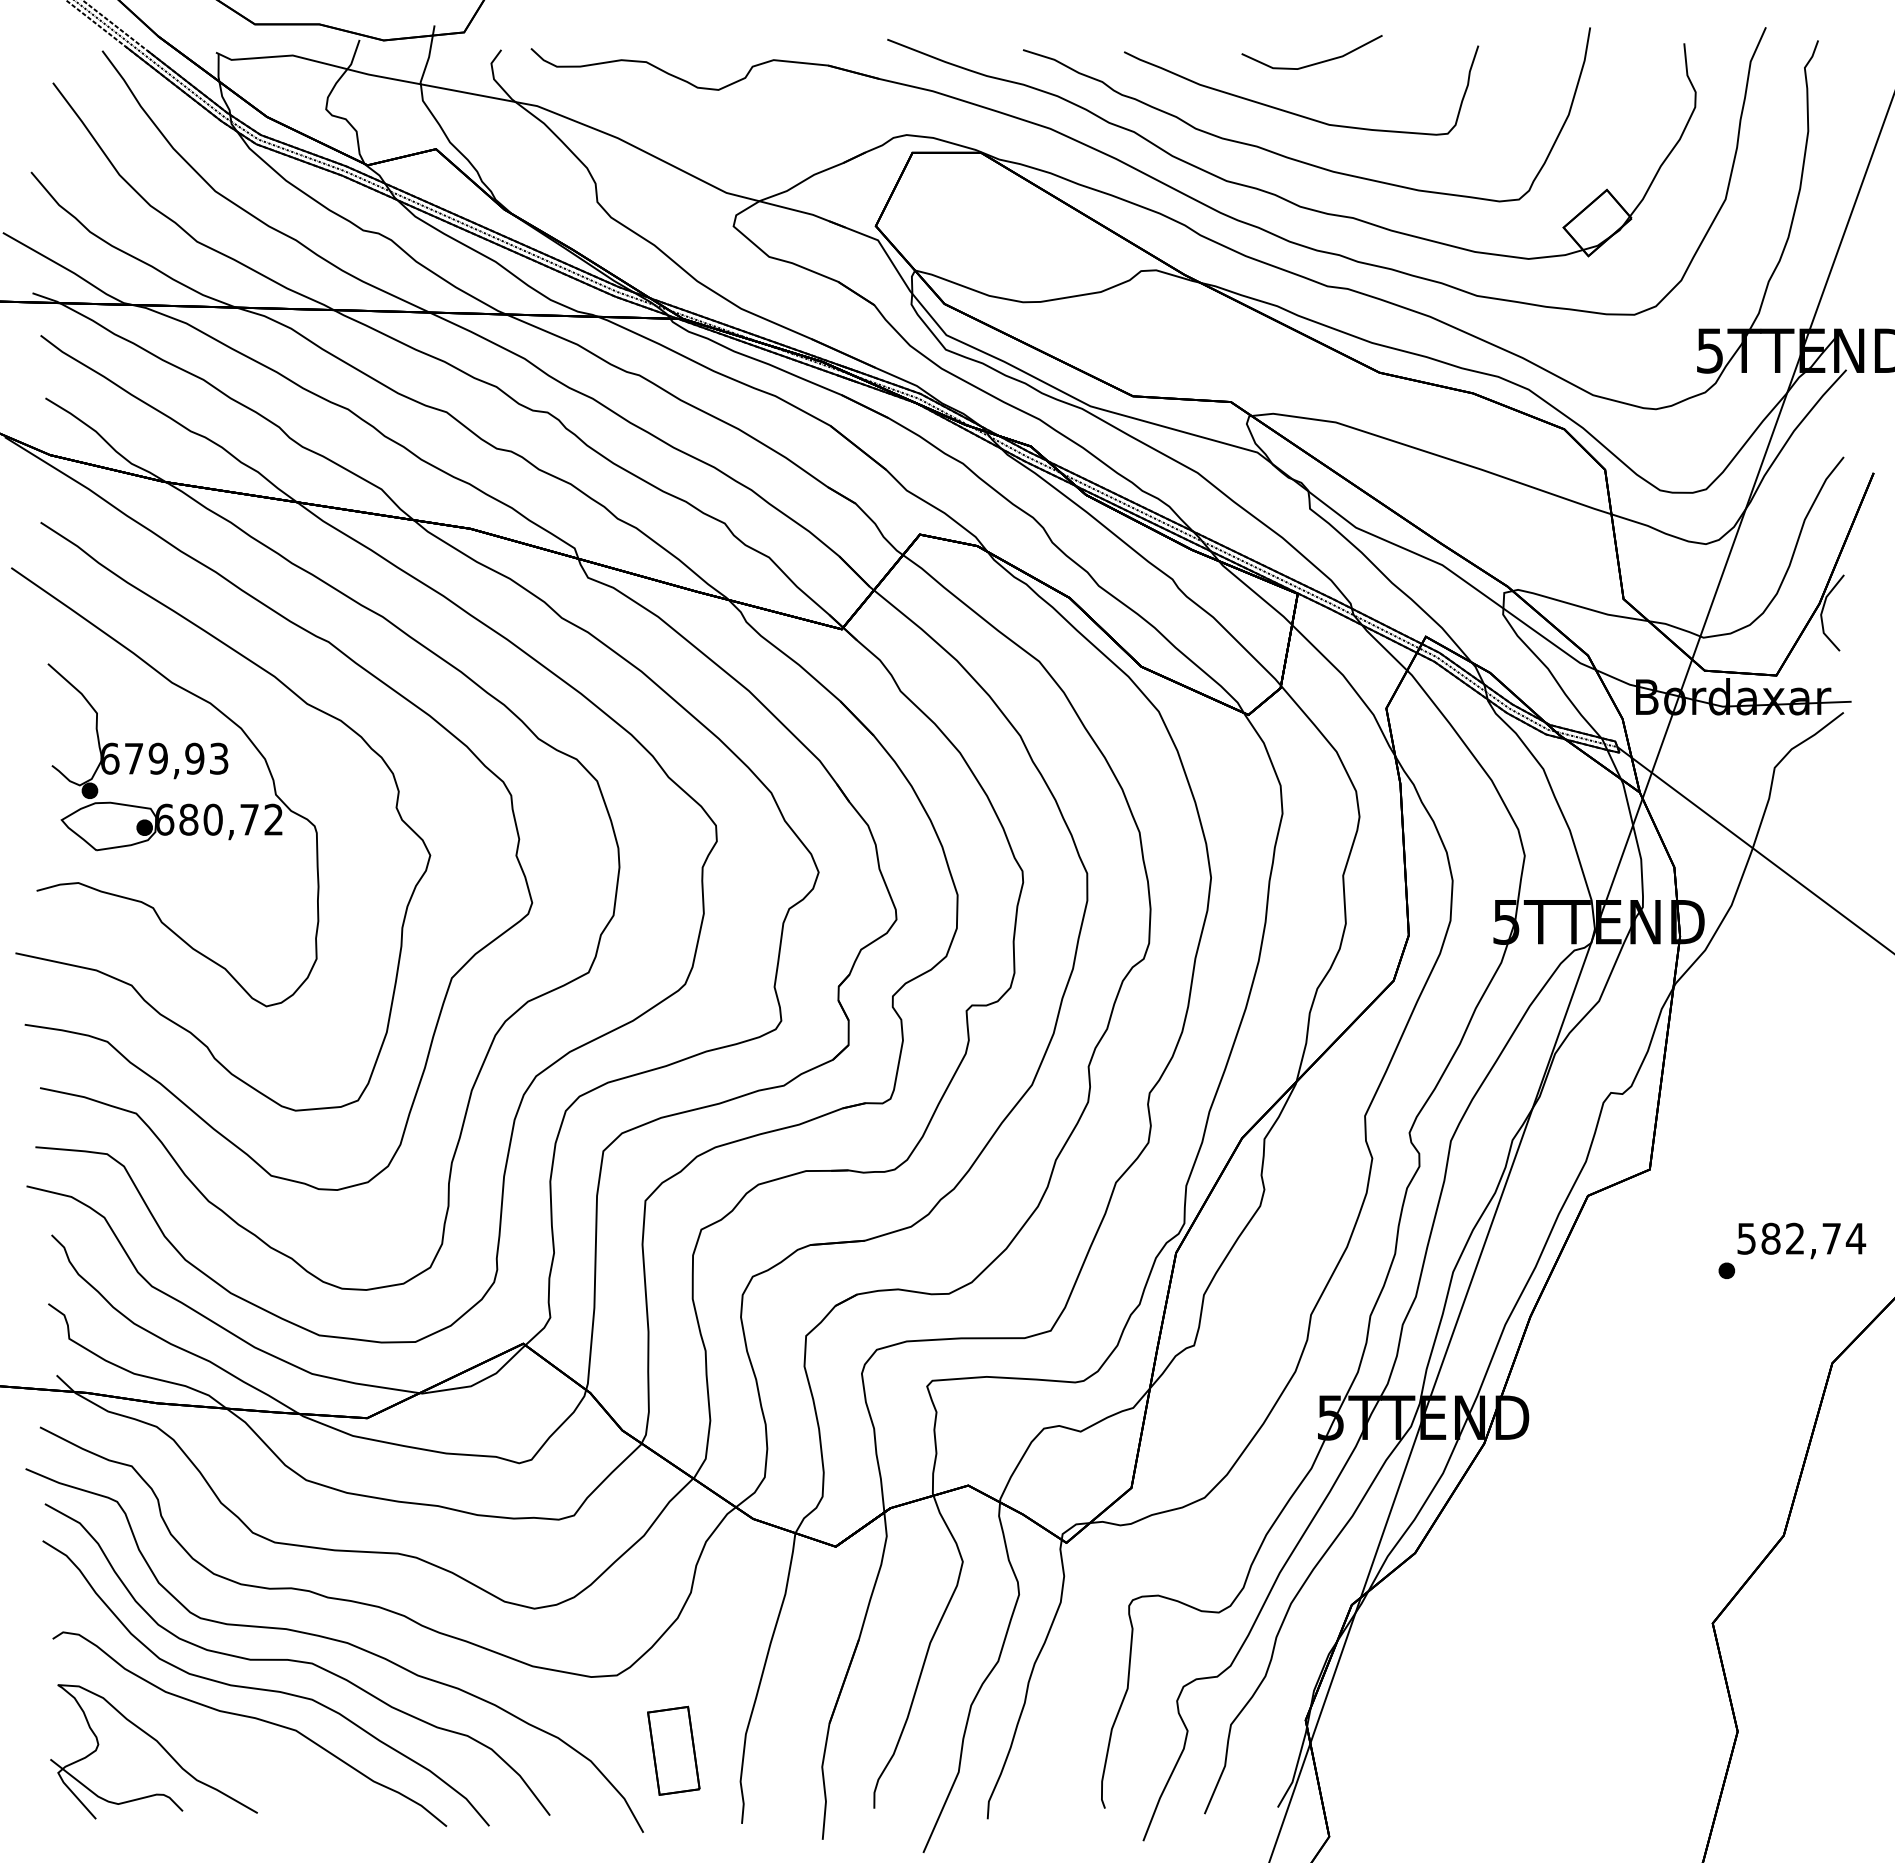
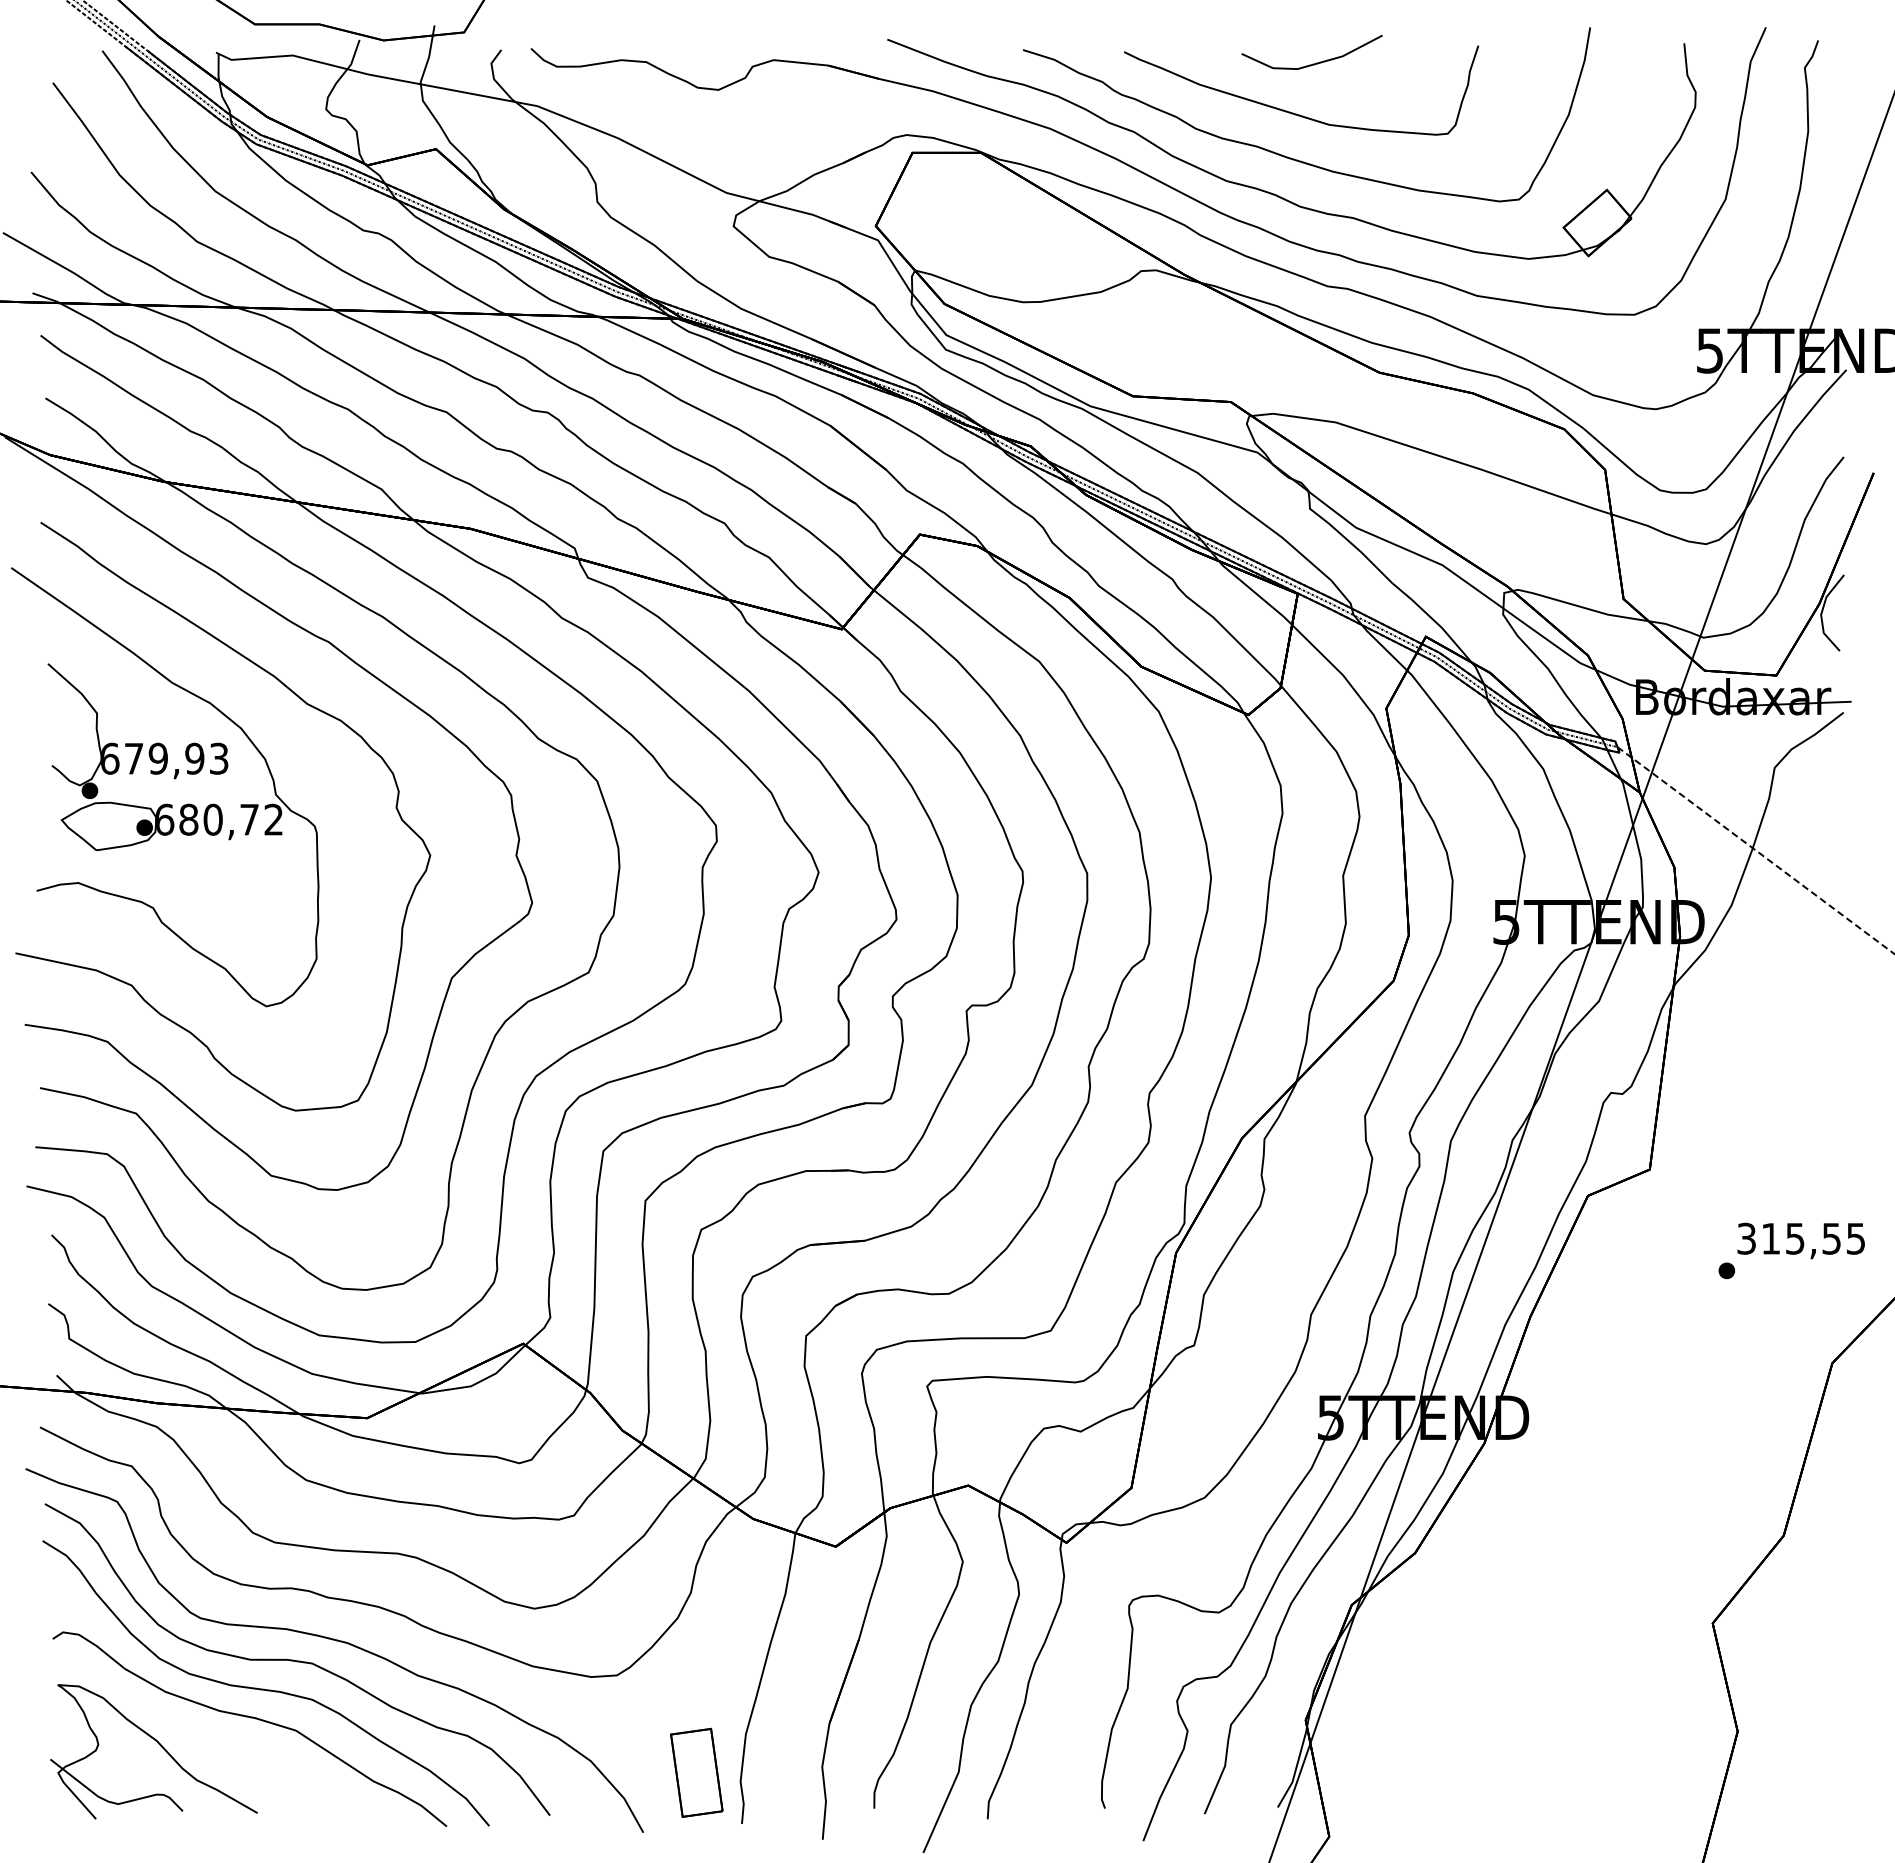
line at (1755, 850): solid -> dashed
text at (1802, 1238): 582,74 -> 315,55
part at (673, 1750) position: (673, 1750) -> (696, 1772)
